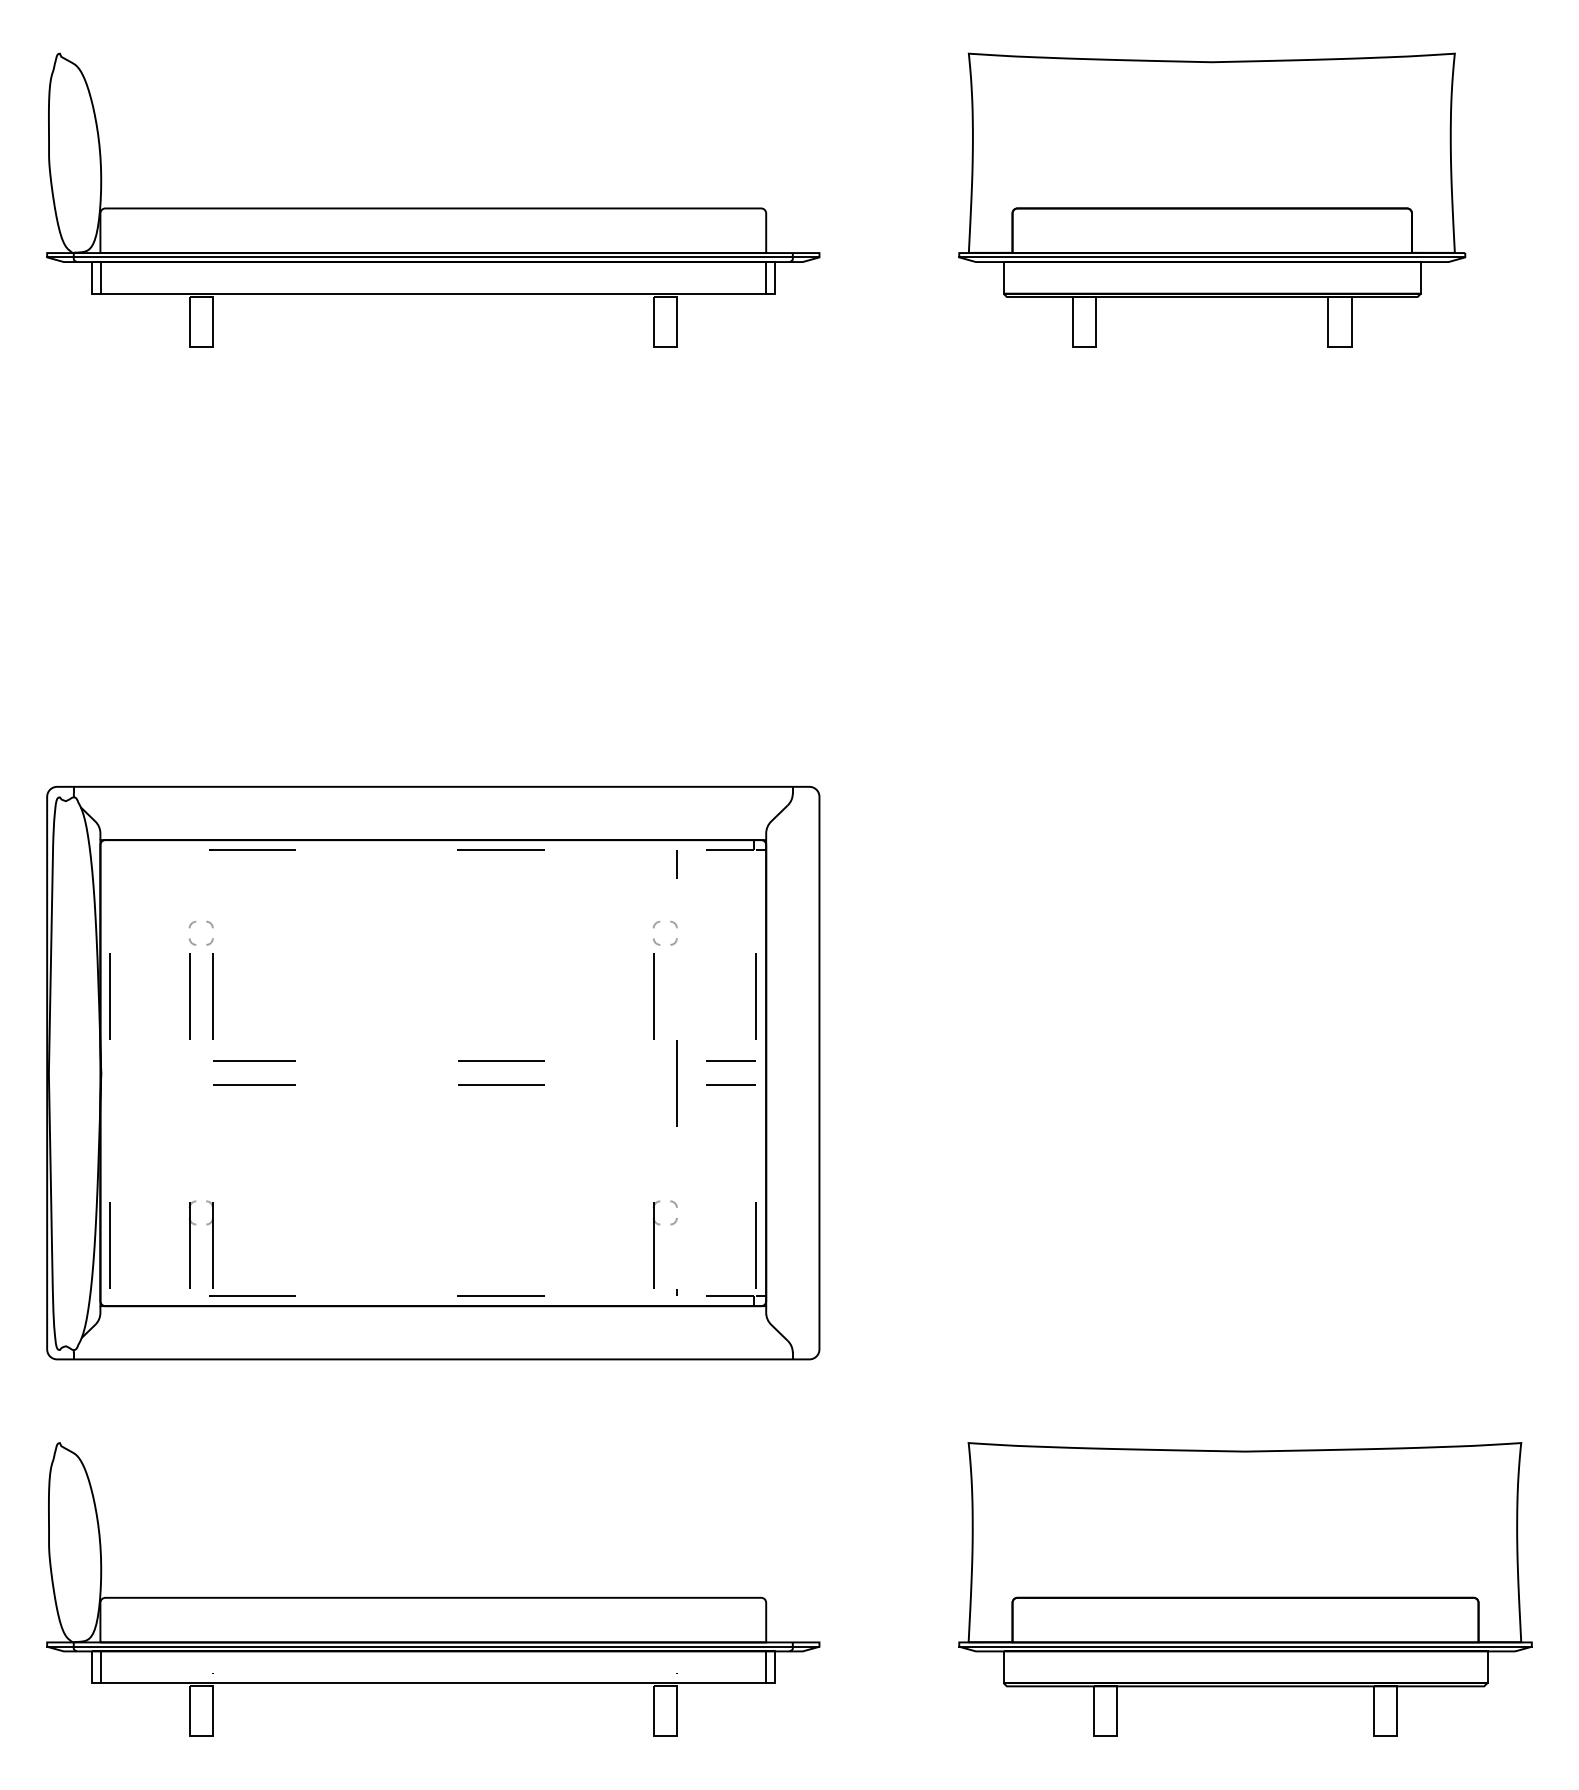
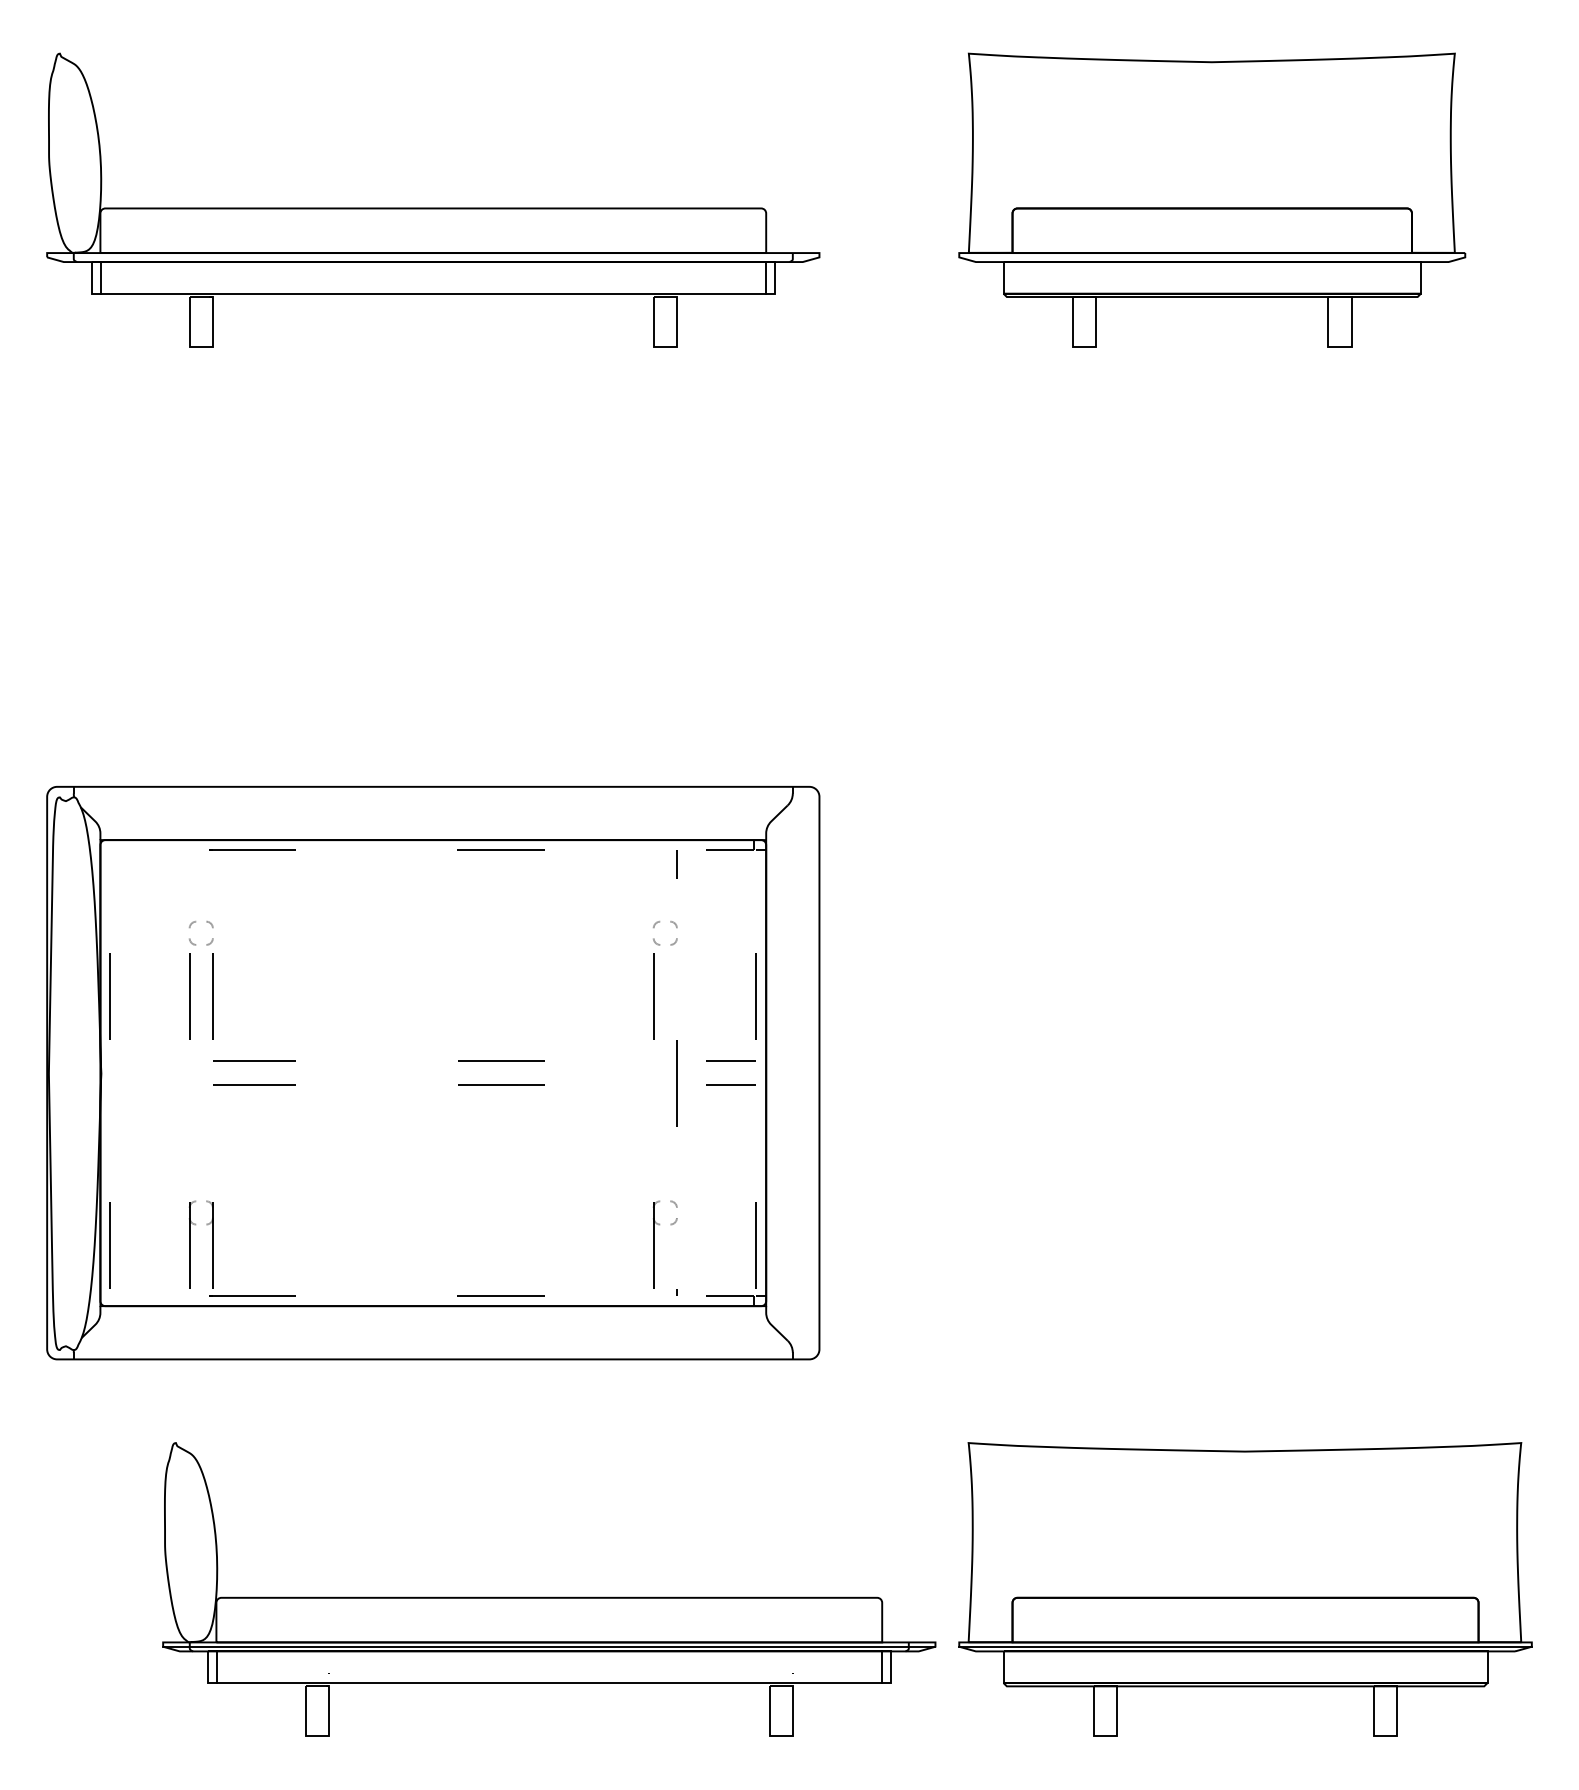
line at (433, 257): present -> none
line at (1212, 257): present -> none
part at (433, 1596) position: (433, 1596) -> (549, 1596)
